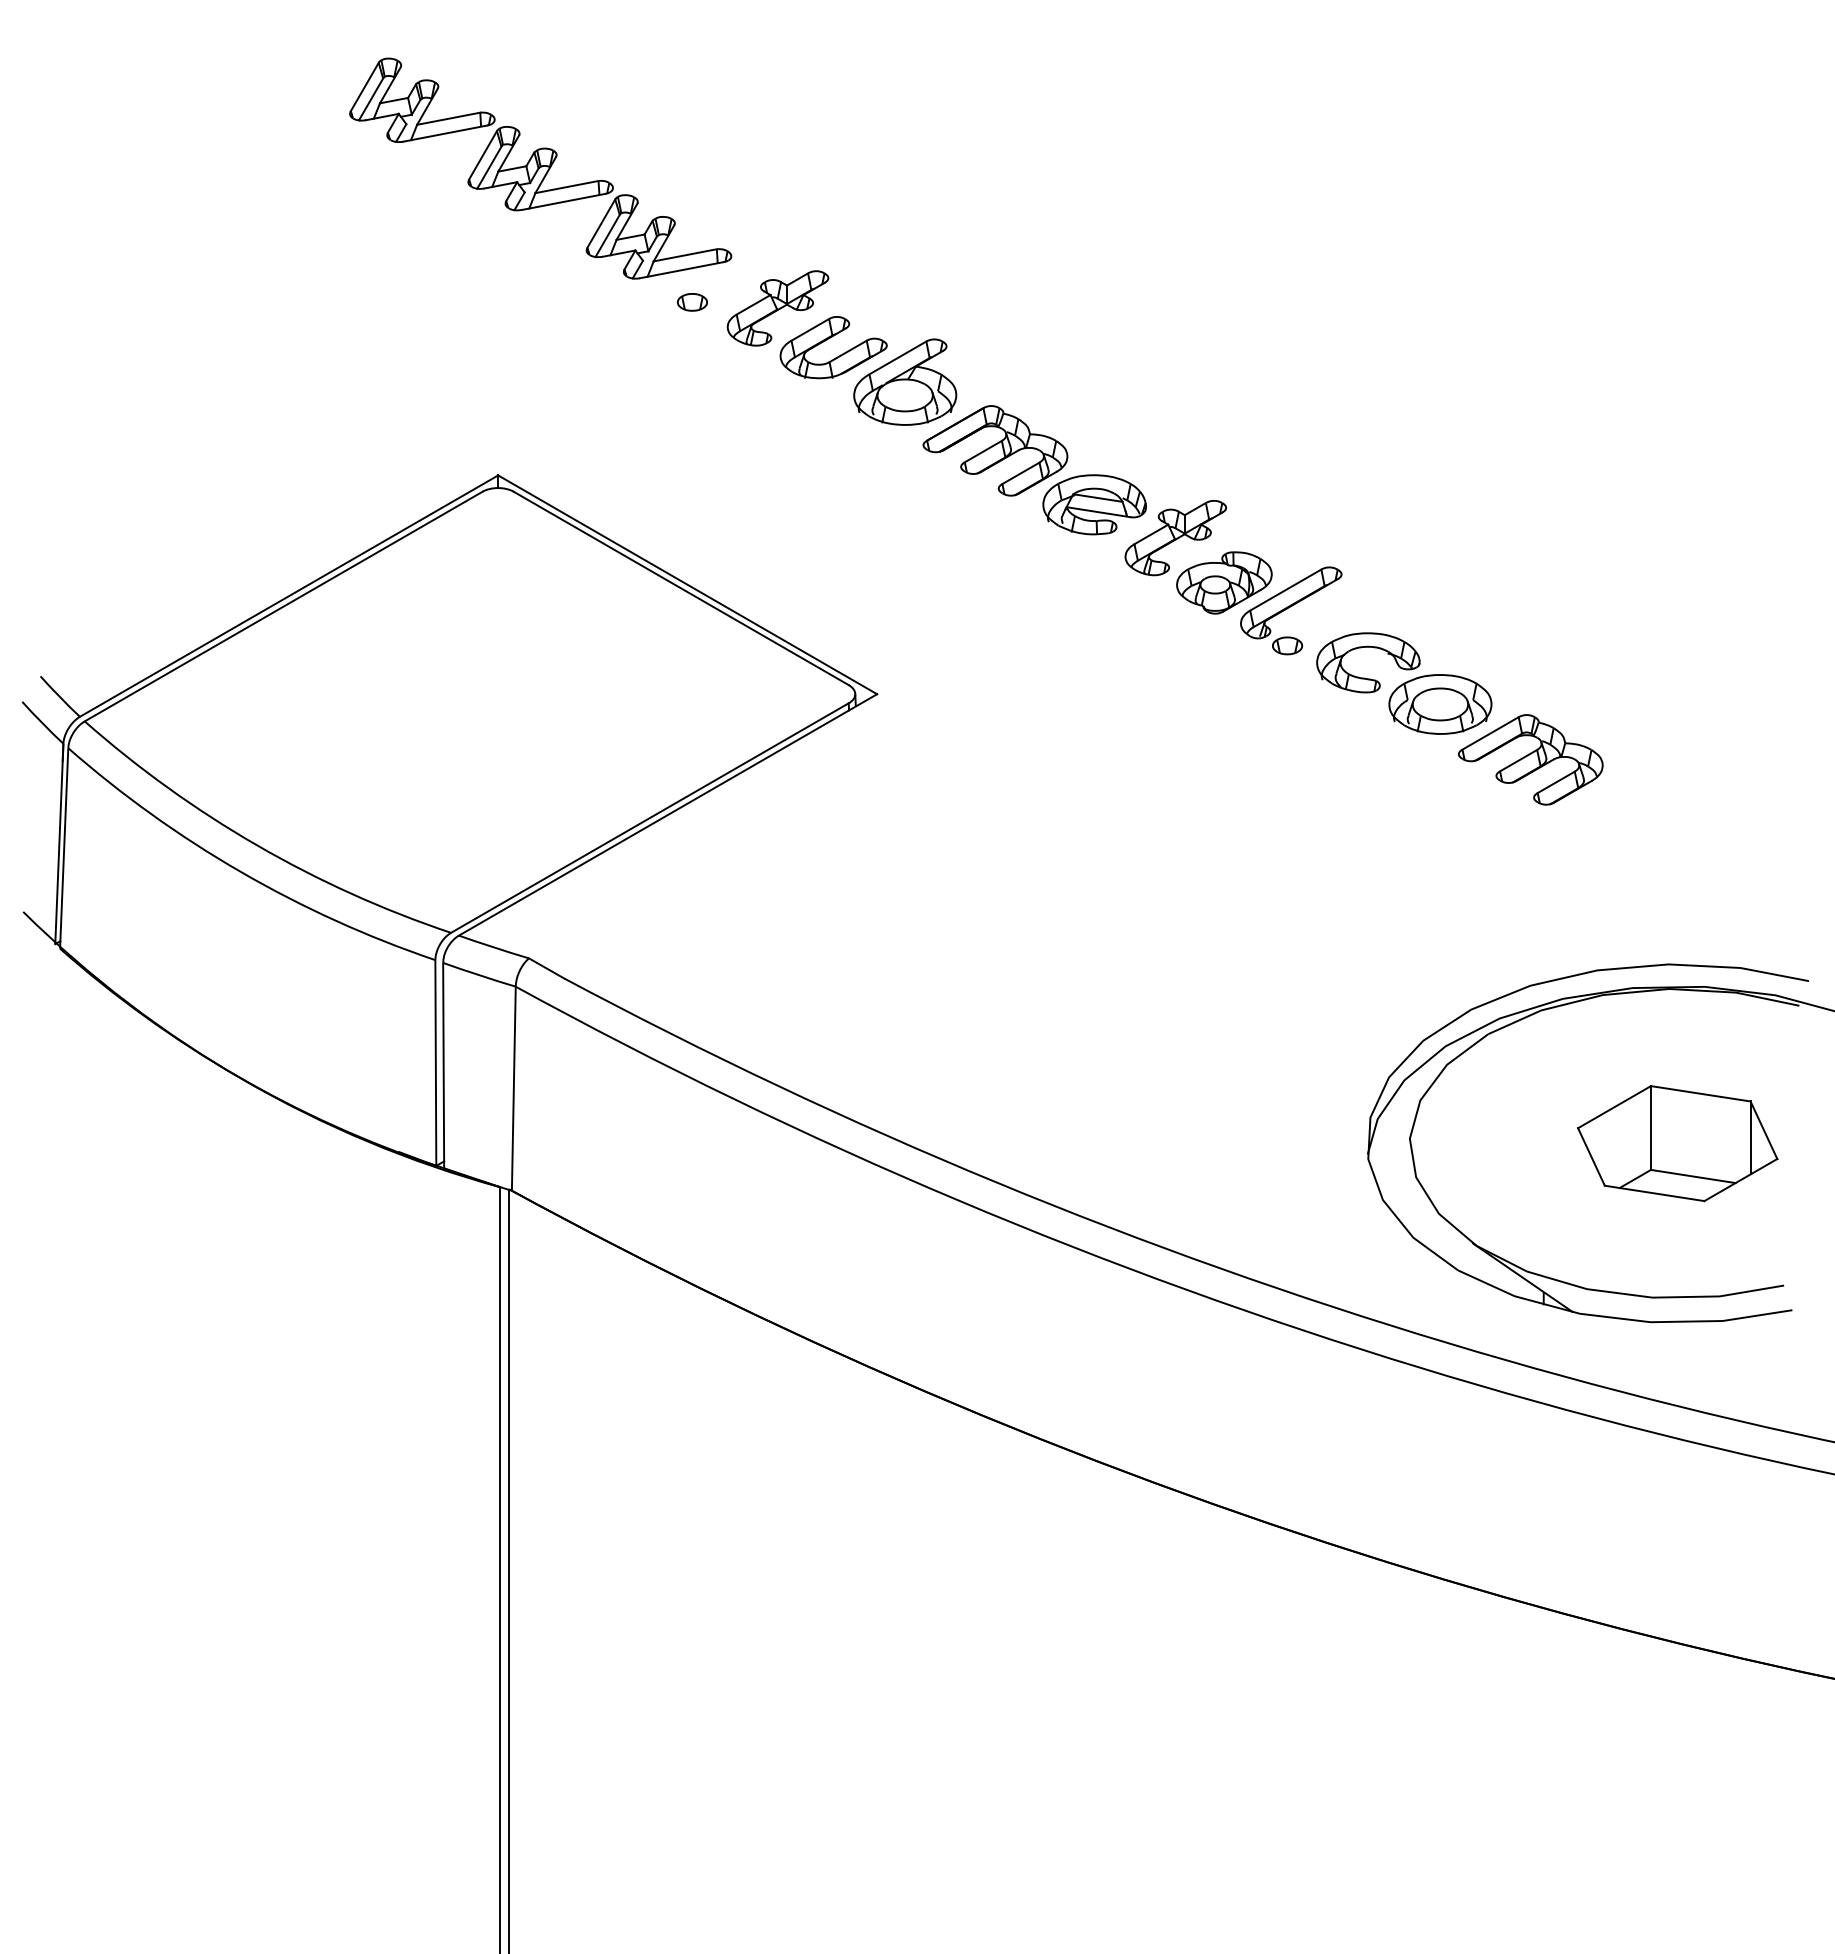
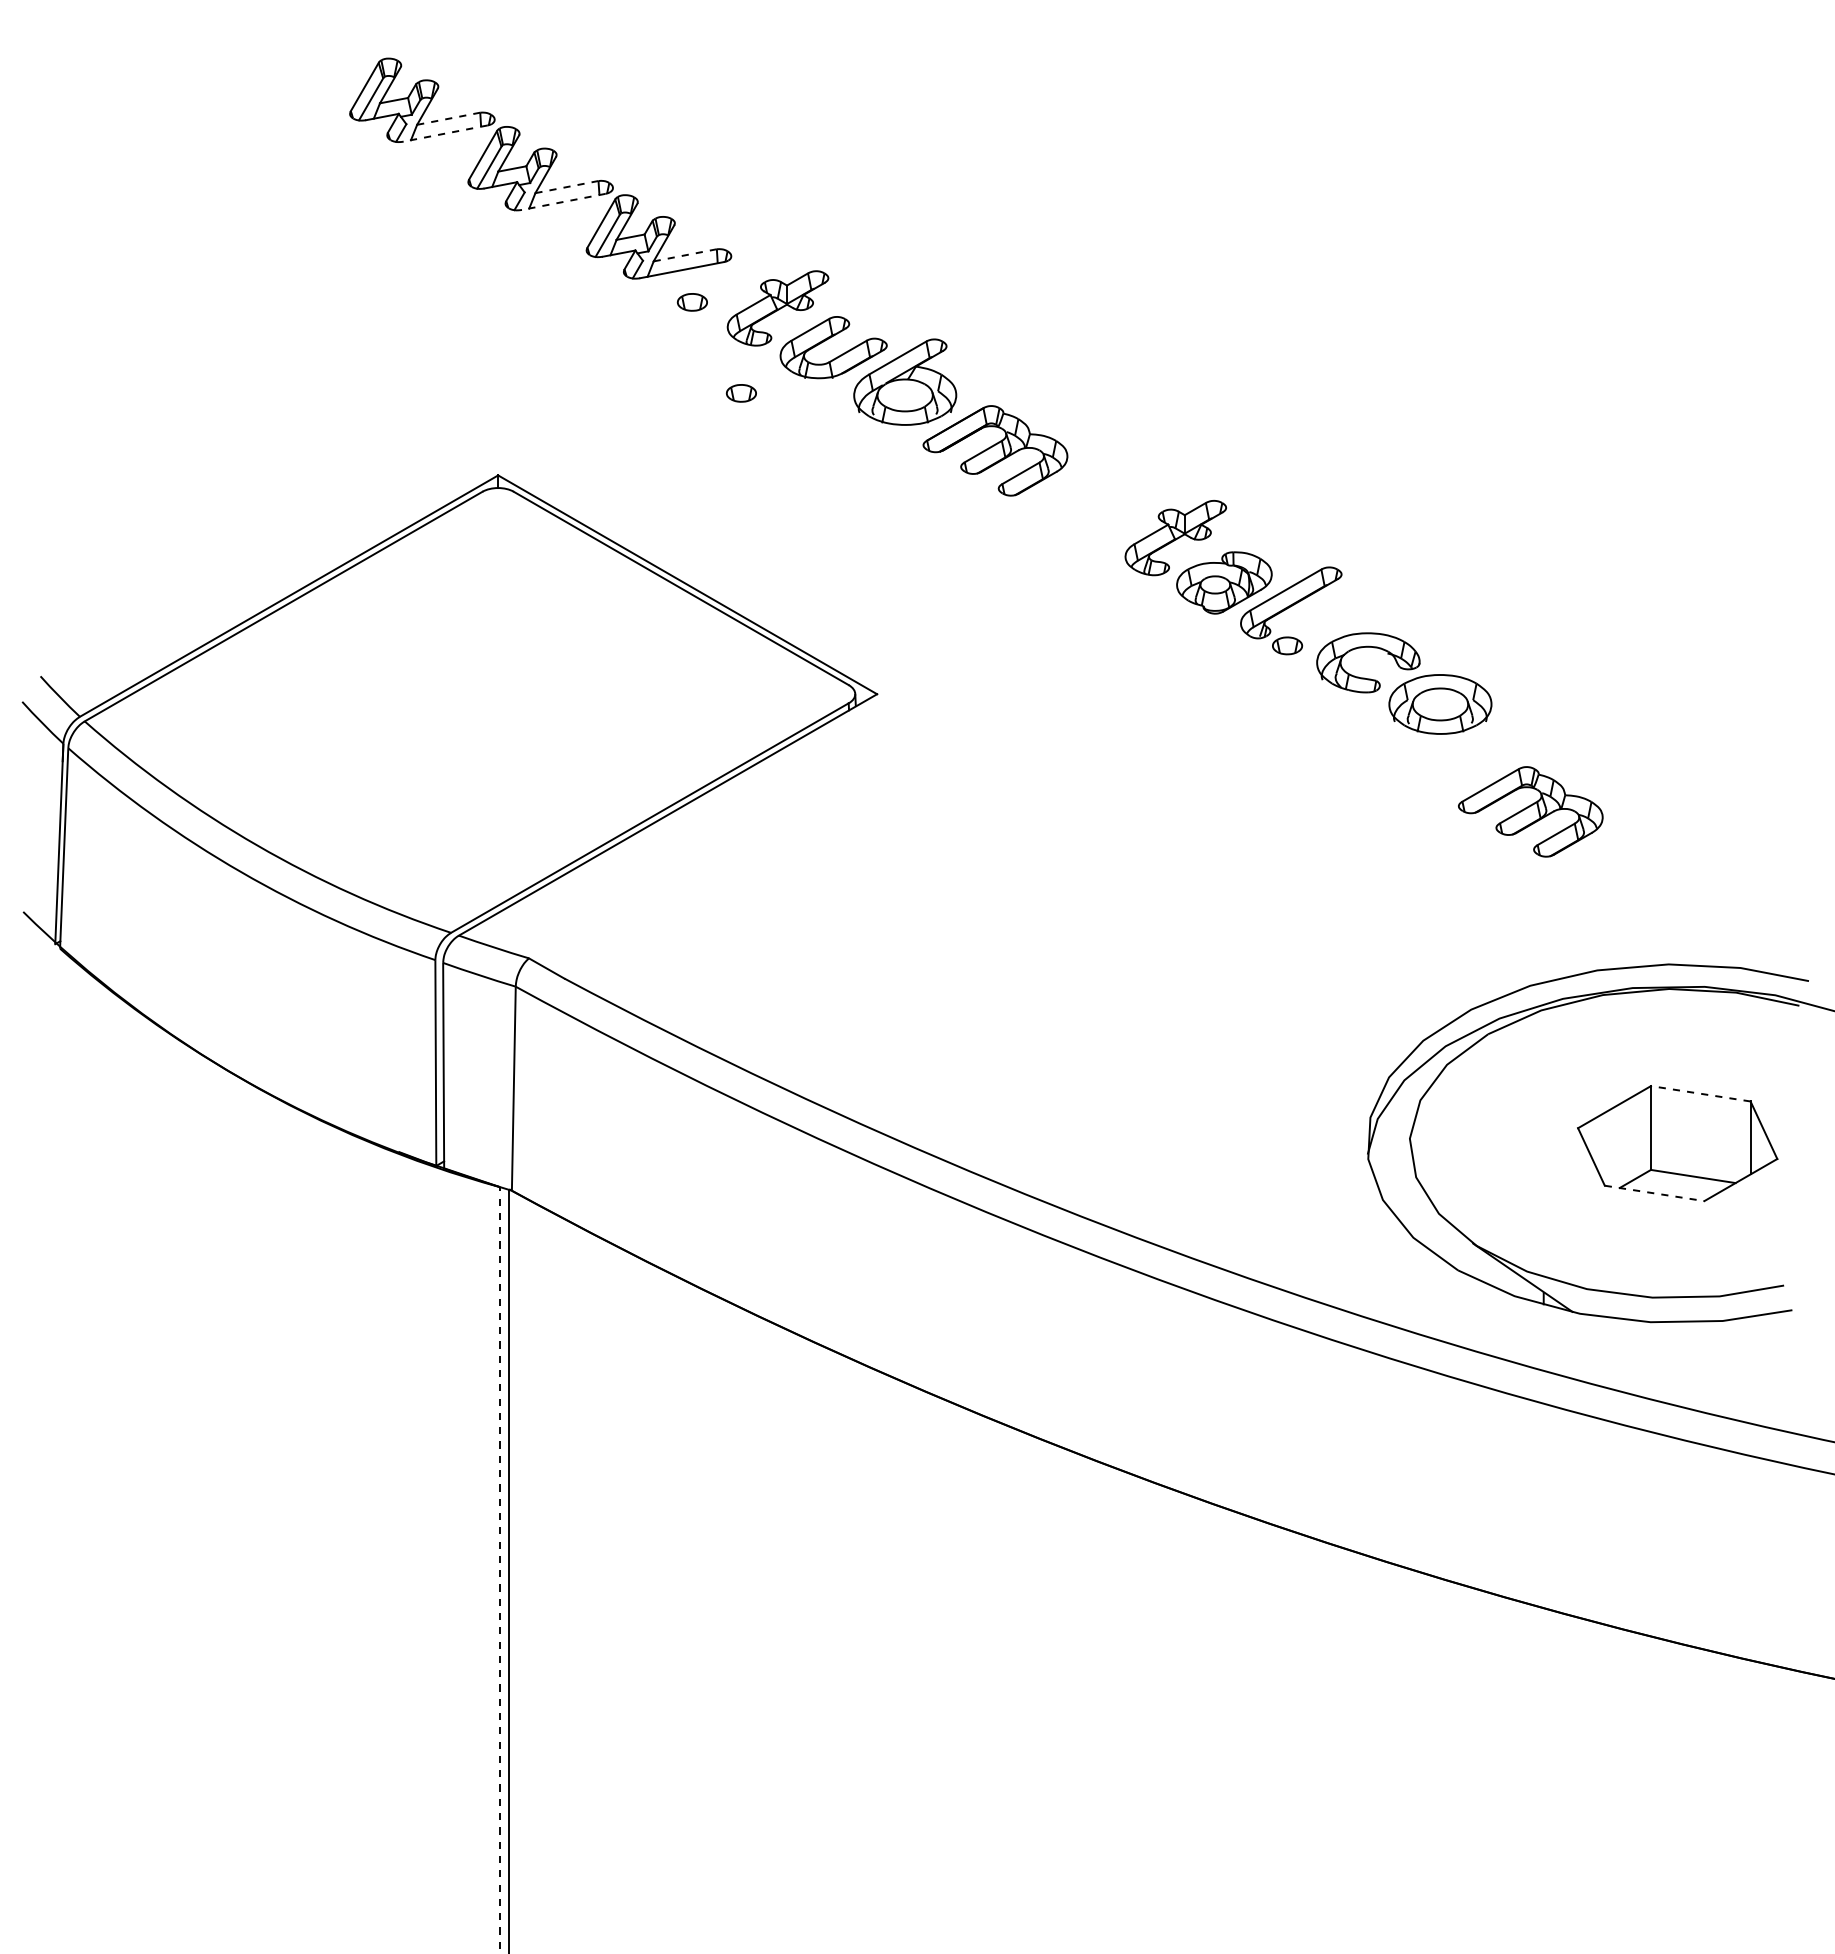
line at (449, 118): solid -> dashed
line at (445, 133): solid -> dashed
line at (567, 186): solid -> dashed
line at (563, 201): solid -> dashed
line at (685, 255): solid -> dashed
part at (740, 393): none -> present
part at (1094, 504): present -> none
part at (1530, 759) position: (1530, 759) -> (1530, 811)
line at (1700, 1093): solid -> dashed
line at (1655, 1193): solid -> dashed
line at (500, 1570): solid -> dashed
